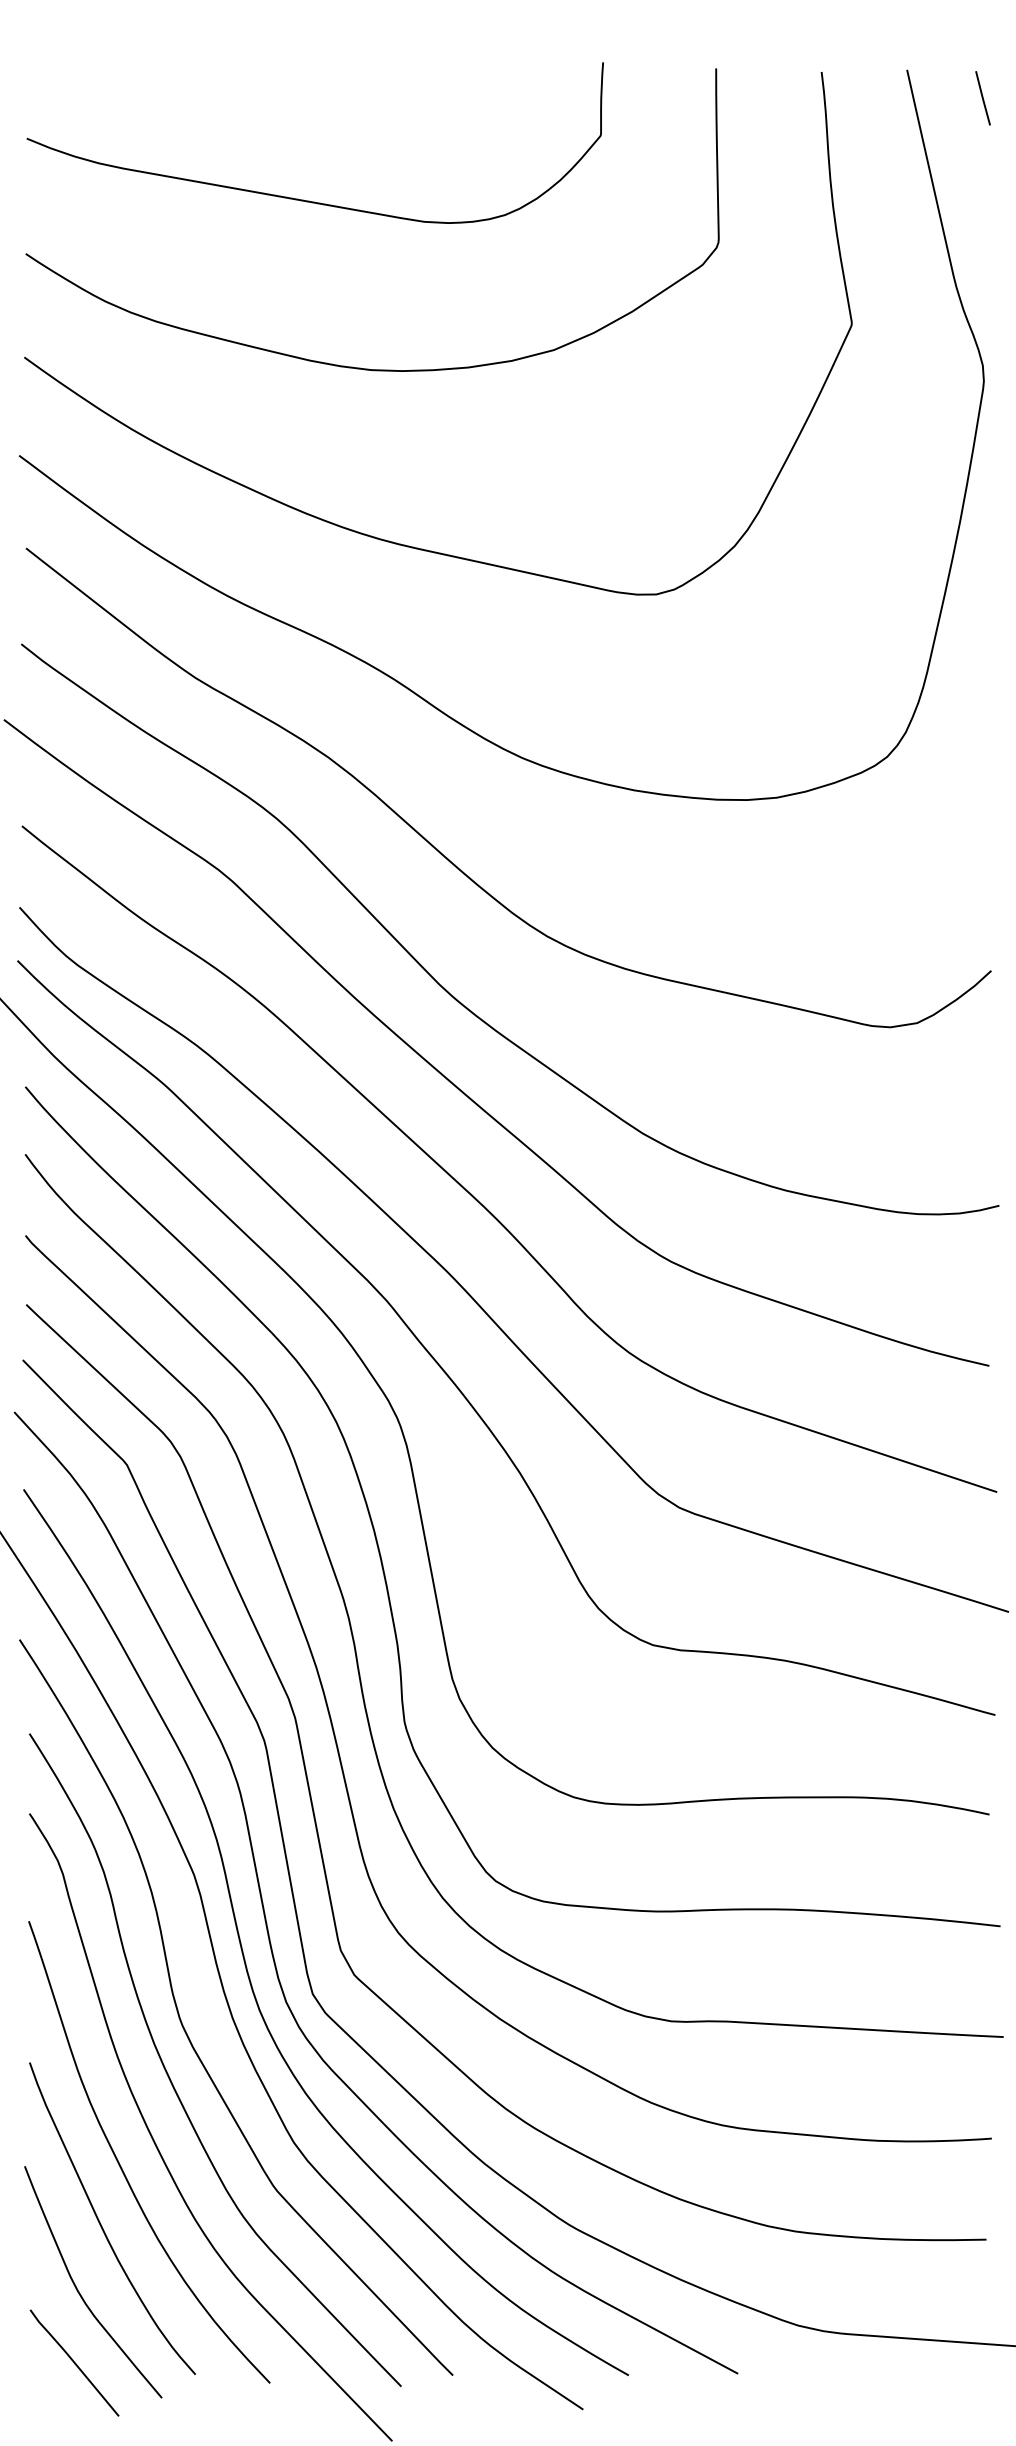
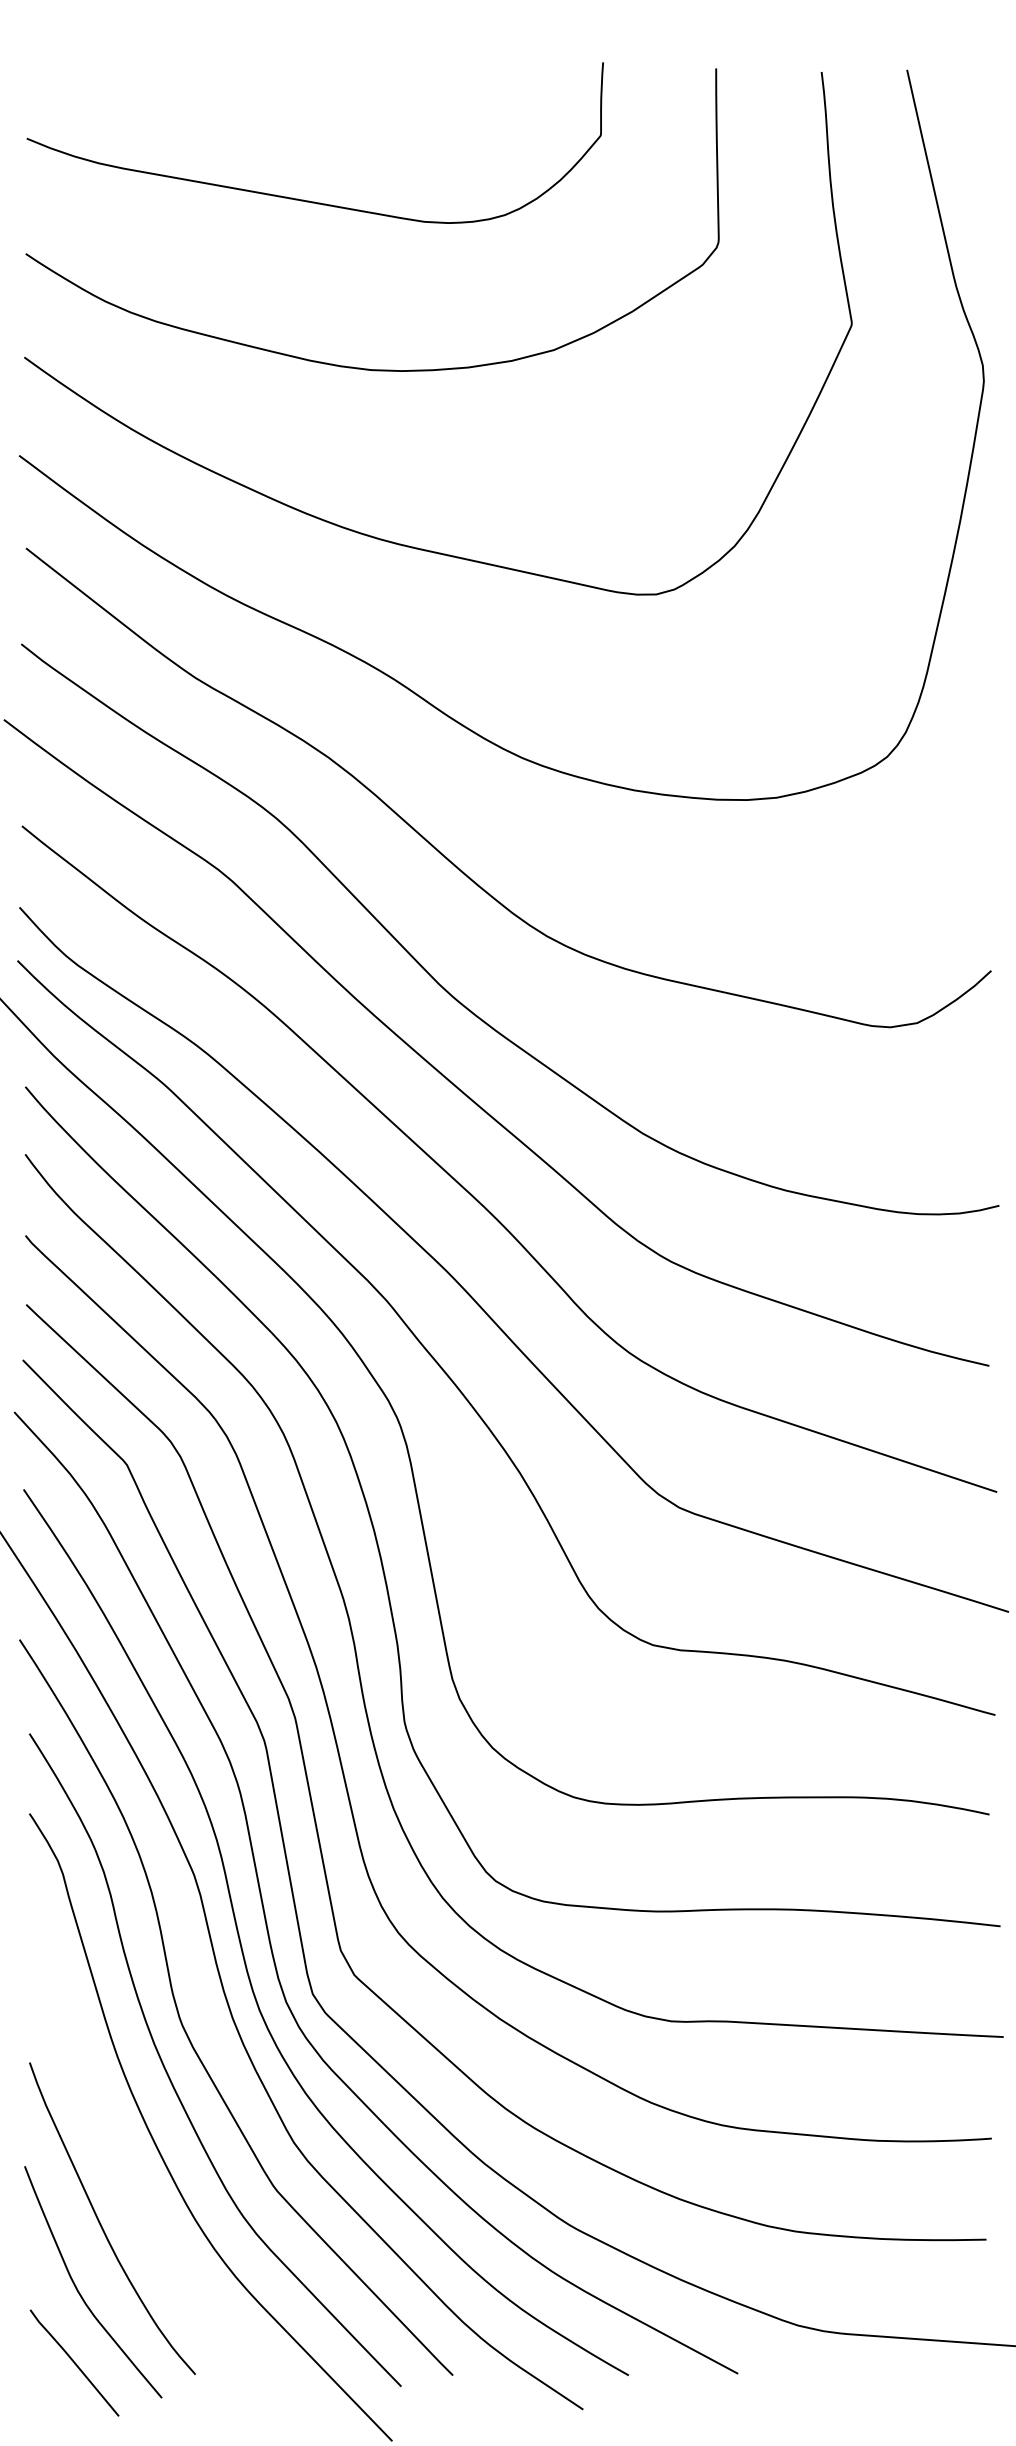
line at (982, 98): present -> none
curve at (121, 2166): present -> none
